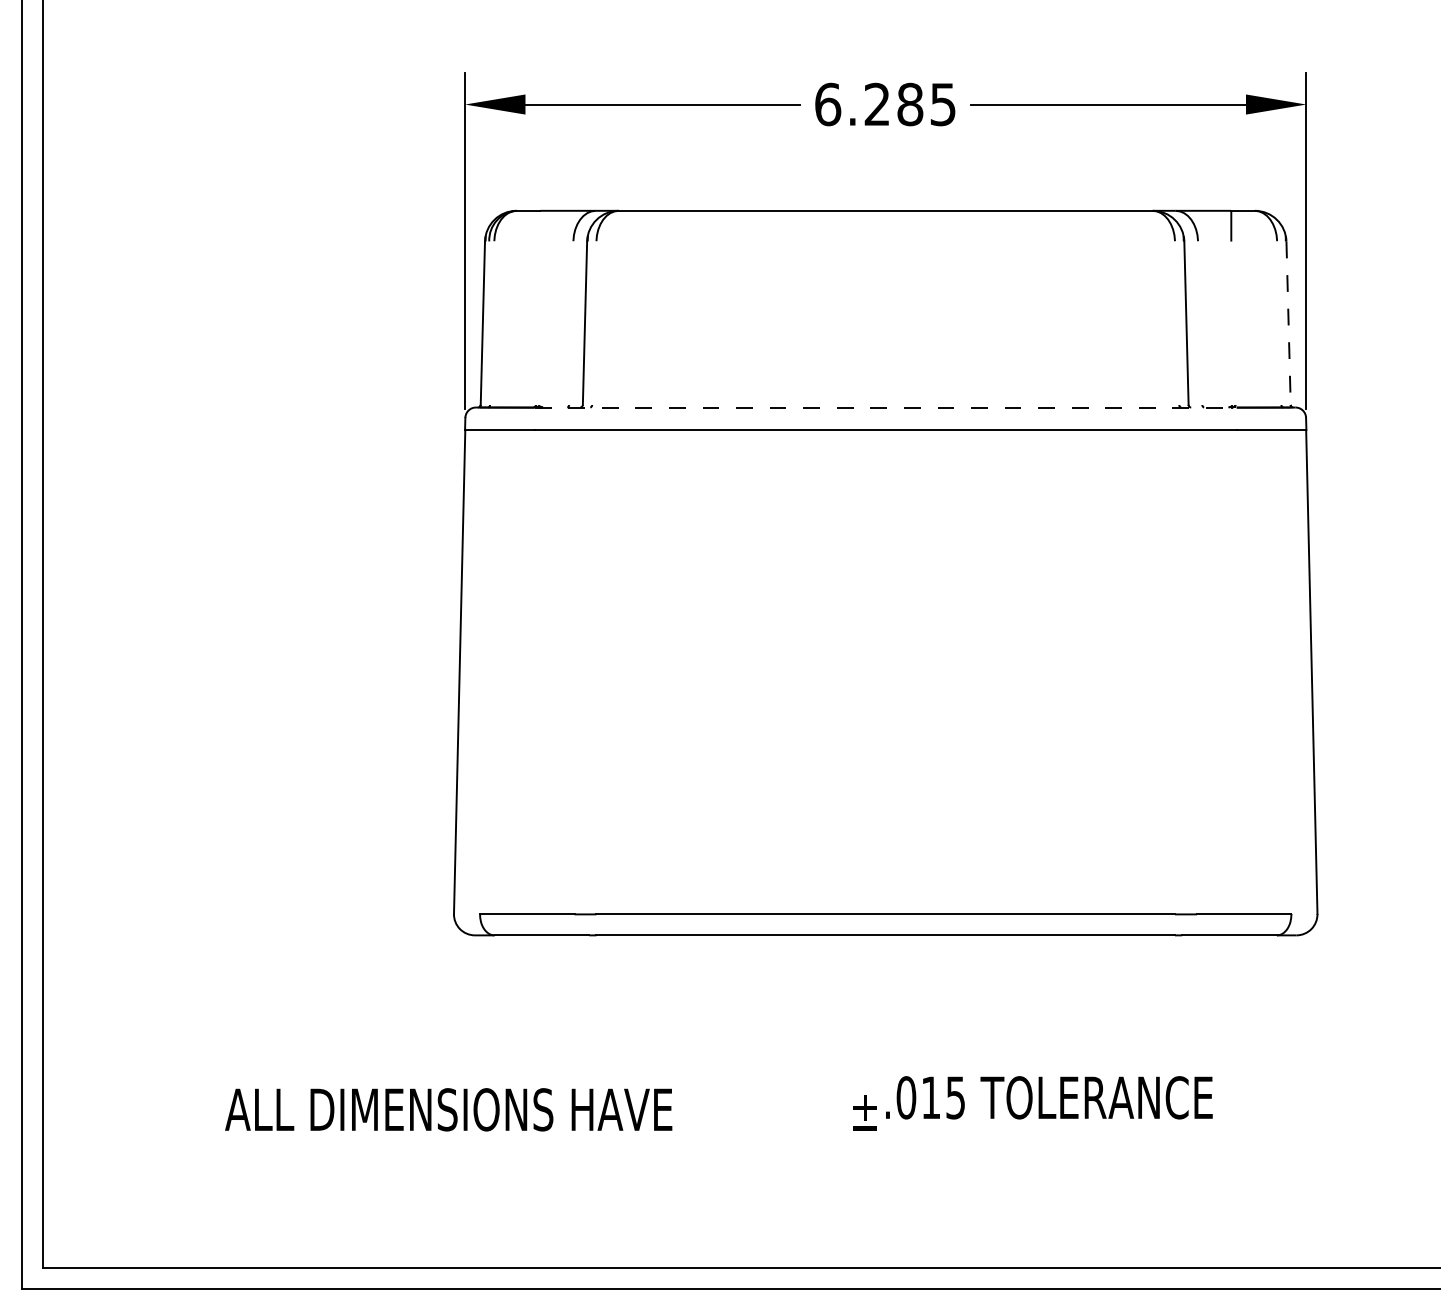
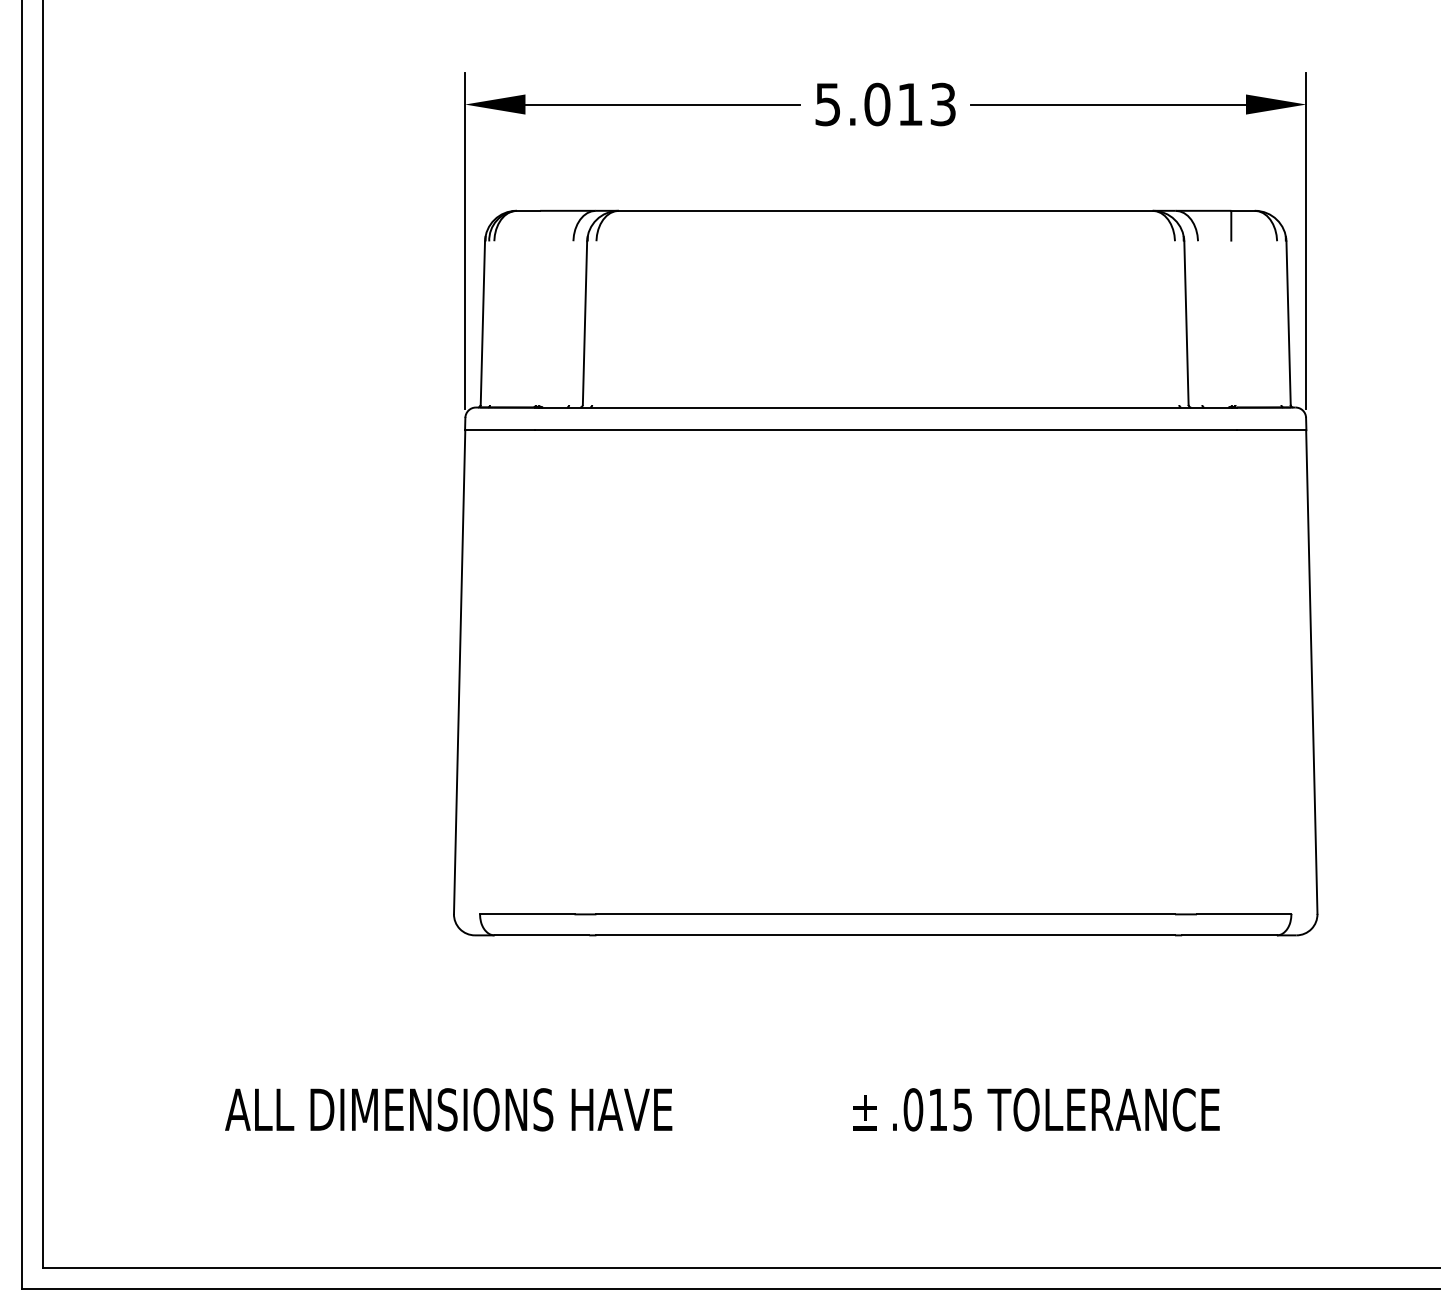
text at (885, 104): 6.285 -> 5.013
line at (1288, 323): dashed -> solid
line at (886, 407): dashed -> solid
text at (1049, 1097) position: (1049, 1097) -> (1056, 1109)
